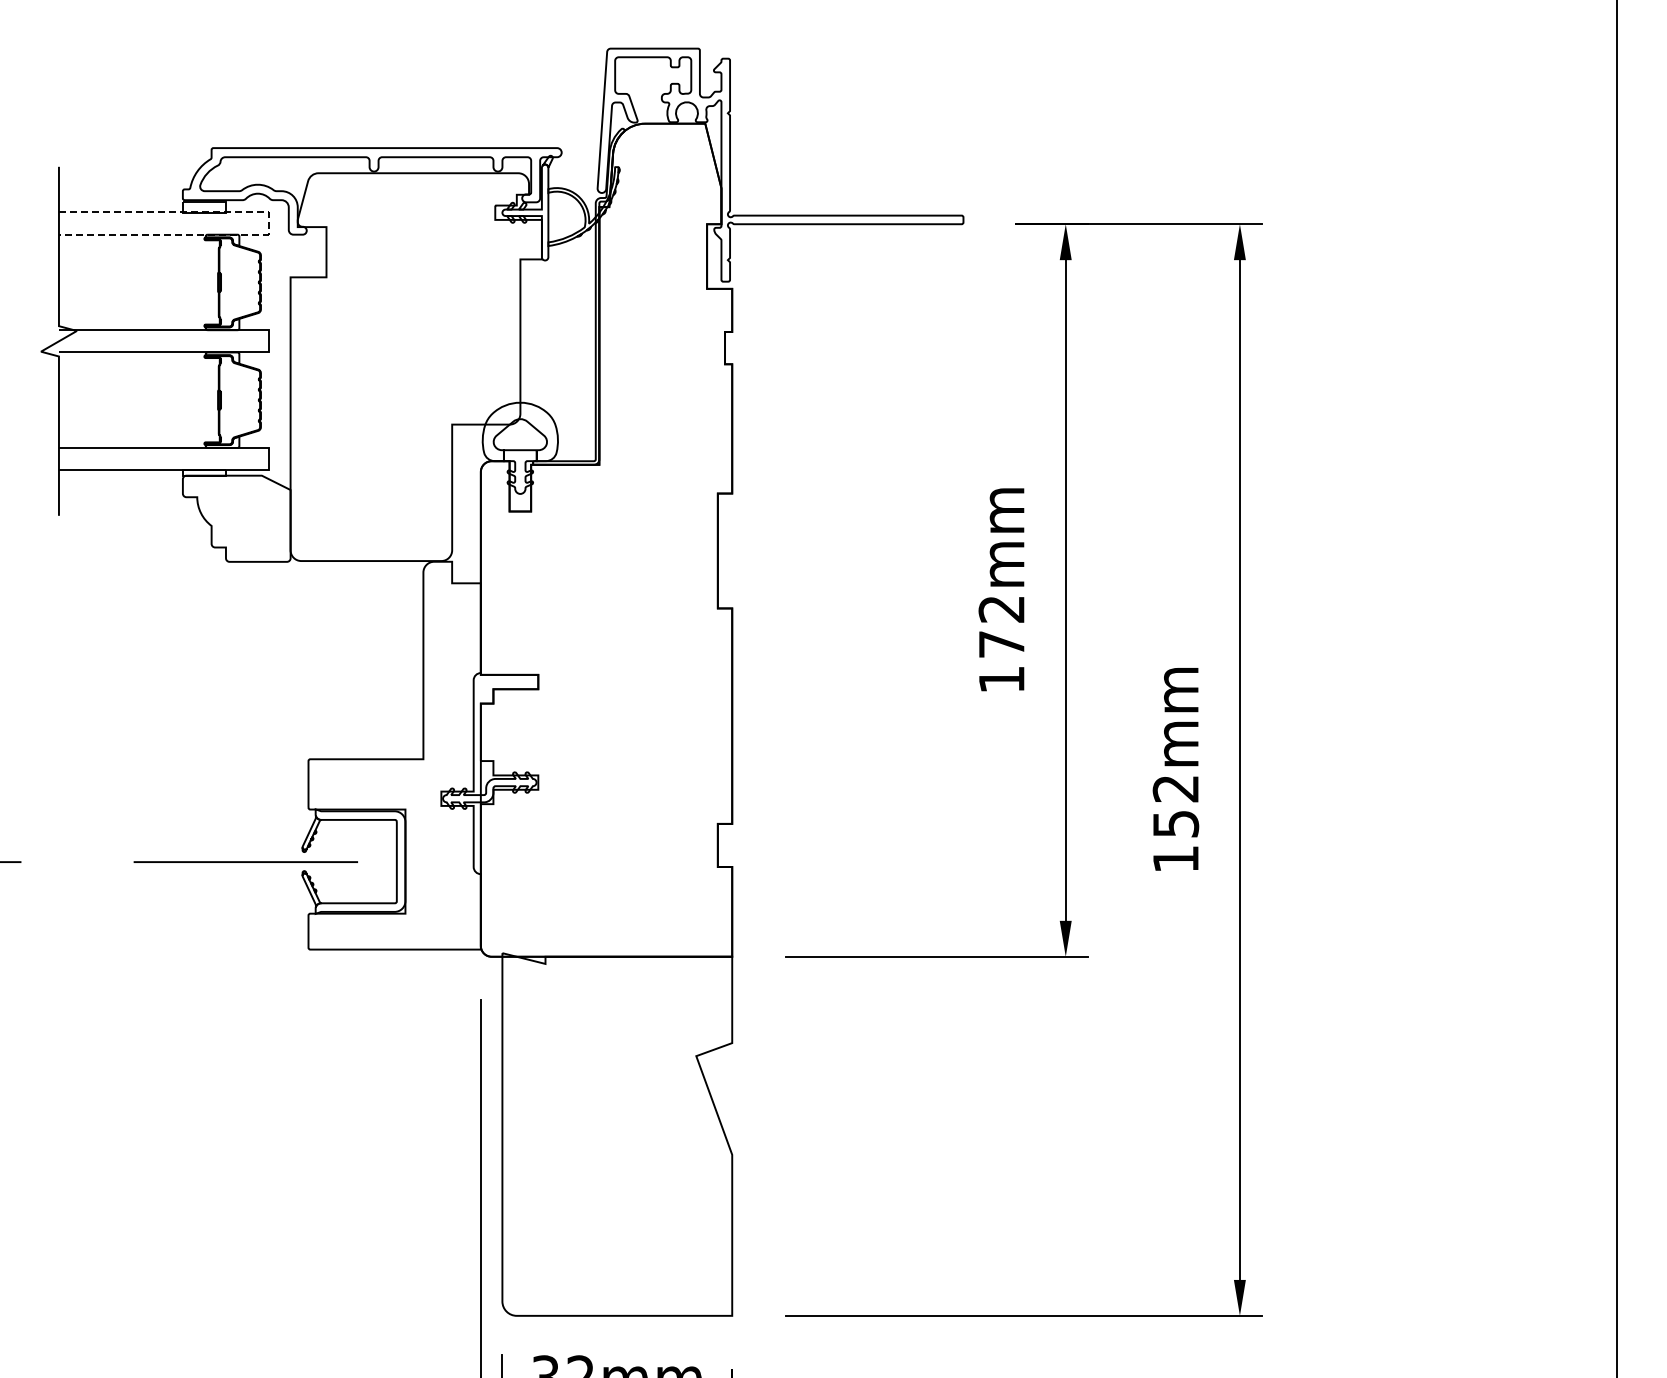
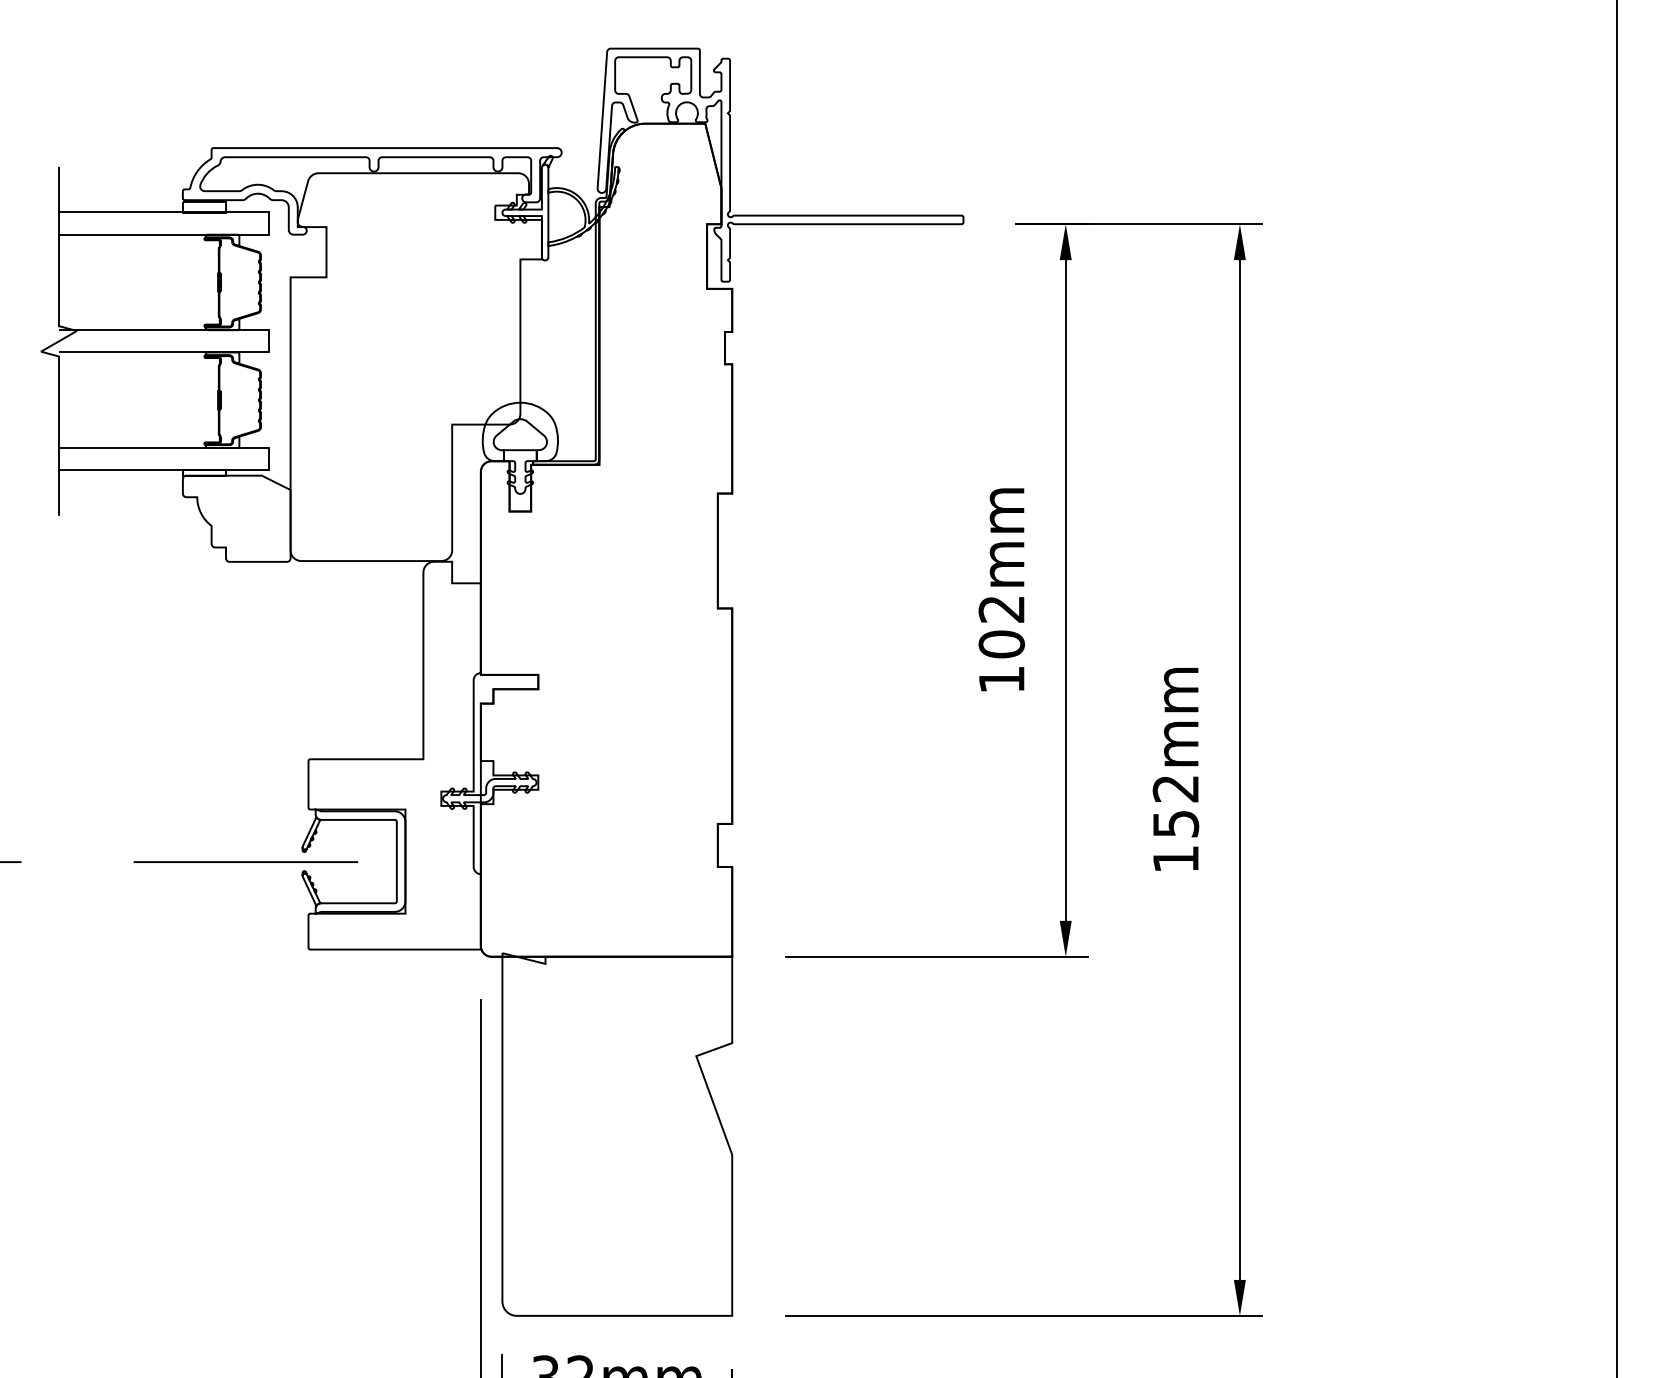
line at (269, 224): dashed -> solid
text at (1001, 644): 172mm -> 102mm
